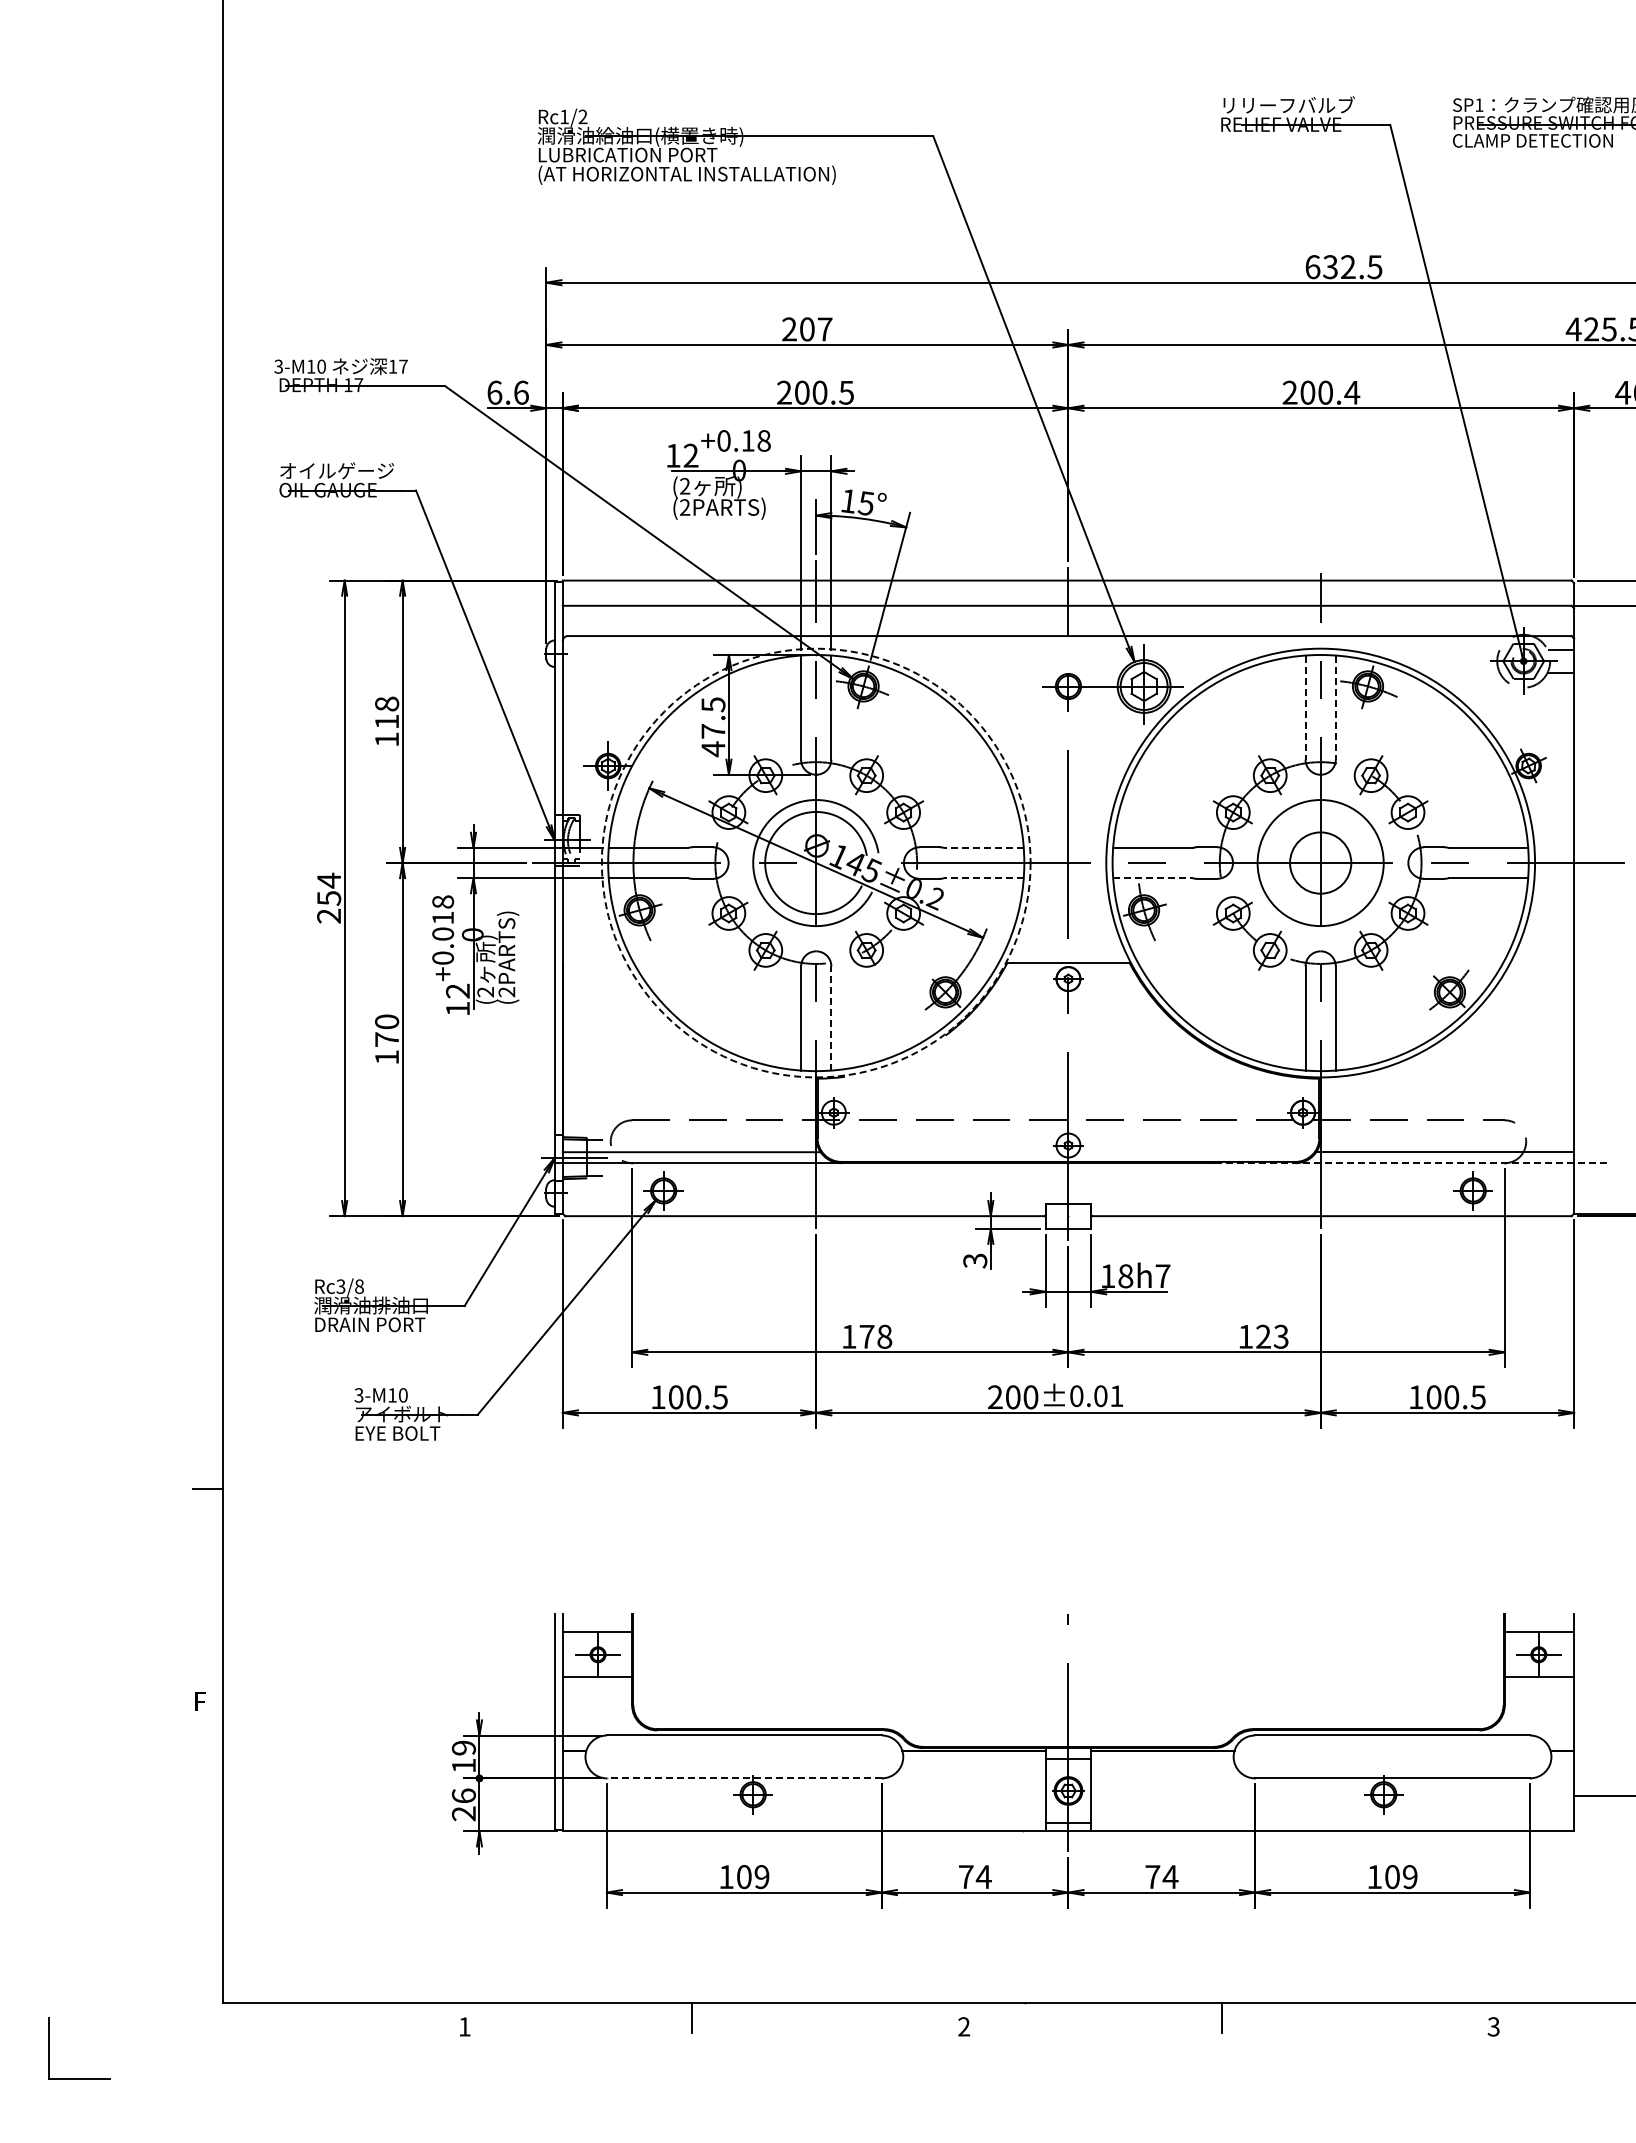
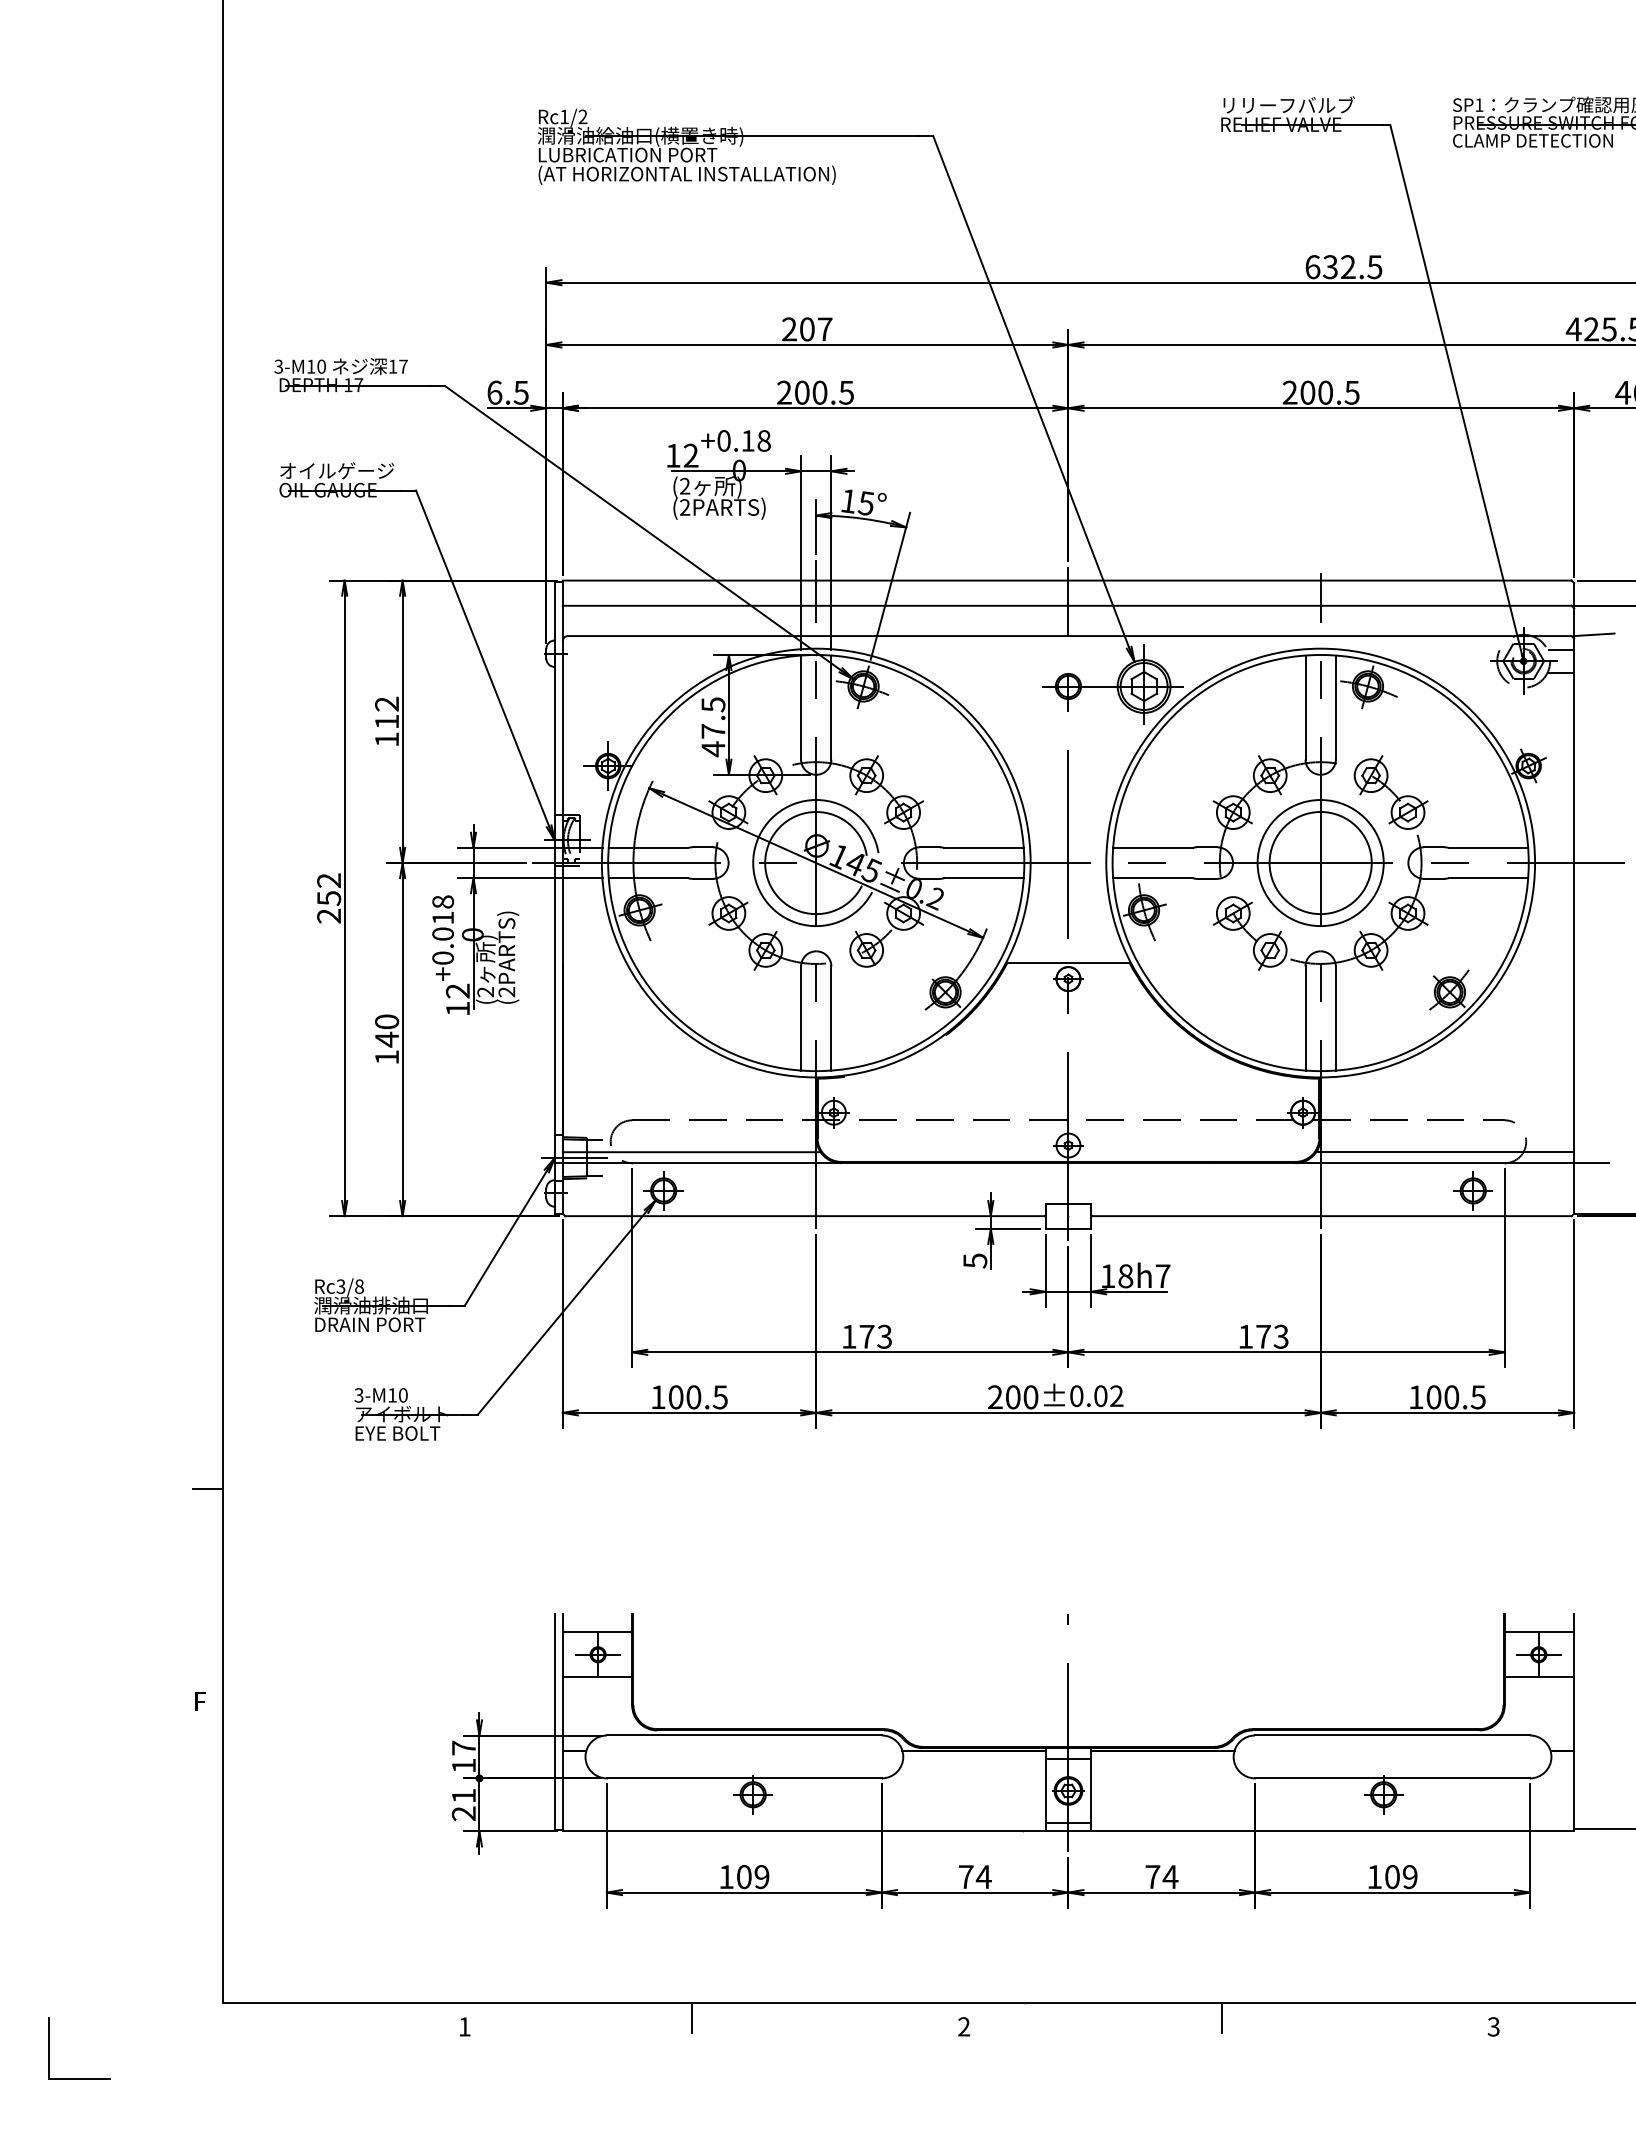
text at (520, 392): 6.6 -> 6.5
text at (1352, 392): 200.4 -> 200.5
line at (1594, 634): none -> present
text at (387, 703): 118 -> 112
line at (1305, 708): dashed -> solid
line at (1335, 708): dashed -> solid
line at (984, 847): dashed -> solid
circle at (815, 862): dashed -> solid
circle at (1320, 862) diameter: 61 px -> 102 px
line at (984, 878): dashed -> solid
line at (1152, 878): dashed -> solid
text at (328, 880): 254 -> 252
line at (831, 1018): dashed -> solid
text at (386, 1039): 170 -> 140
line at (1412, 1163): dashed -> solid
text at (974, 1260): 3 -> 5
text at (884, 1336): 178 -> 173
text at (1263, 1336): 123 -> 173
text at (1116, 1395): ±0.01 -> ±0.02
text at (463, 1747): 19 -> 17
line at (743, 1778): dashed -> solid
text at (463, 1795): 26 -> 21
line at (1603, 1795) position: (1603, 1795) -> (1603, 1828)
